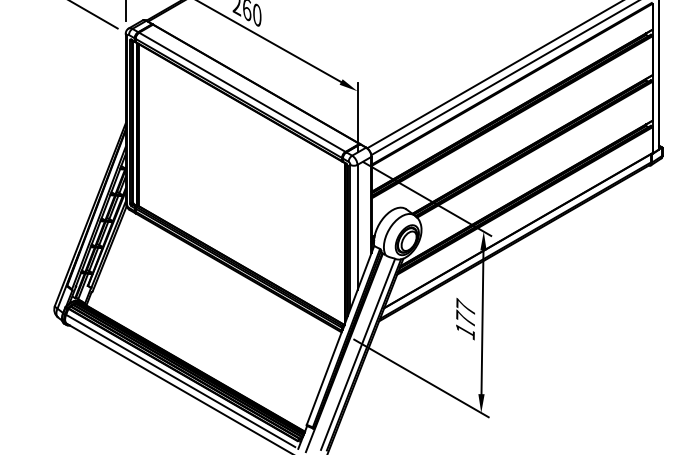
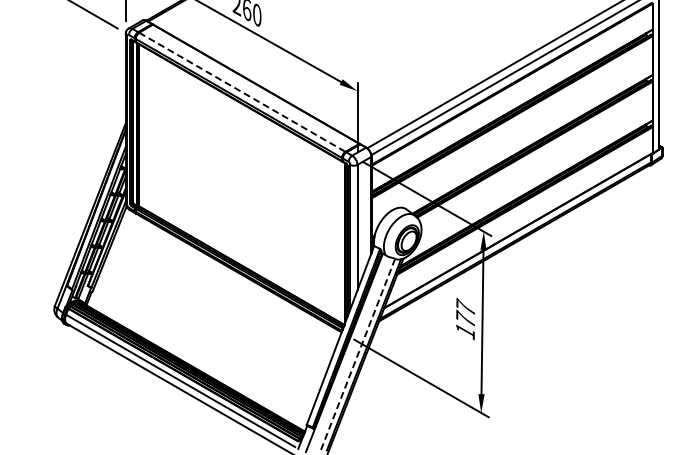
line at (242, 92): solid -> dashed
line at (358, 353): solid -> dashed
